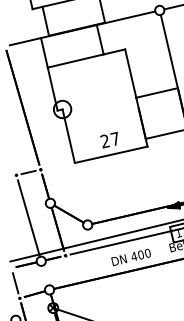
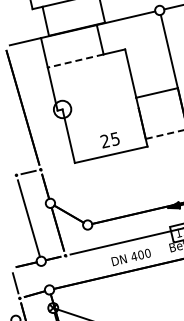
line at (75, 61): solid -> dashed
line at (165, 134): solid -> dashed
text at (114, 138): 27 -> 25
line at (95, 240): present -> none
